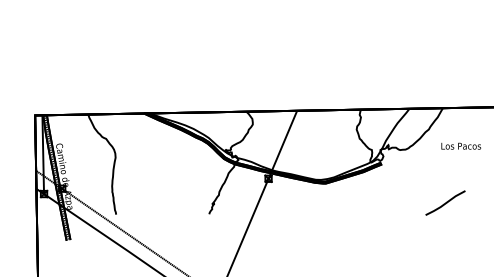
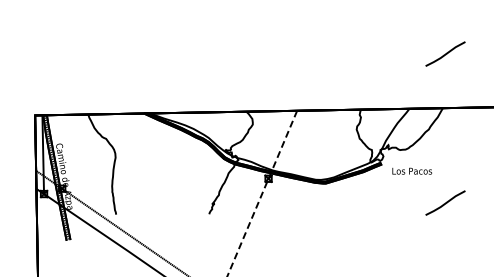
line at (445, 53): none -> present
text at (461, 145) position: (461, 145) -> (412, 170)
line at (262, 193): solid -> dashed
